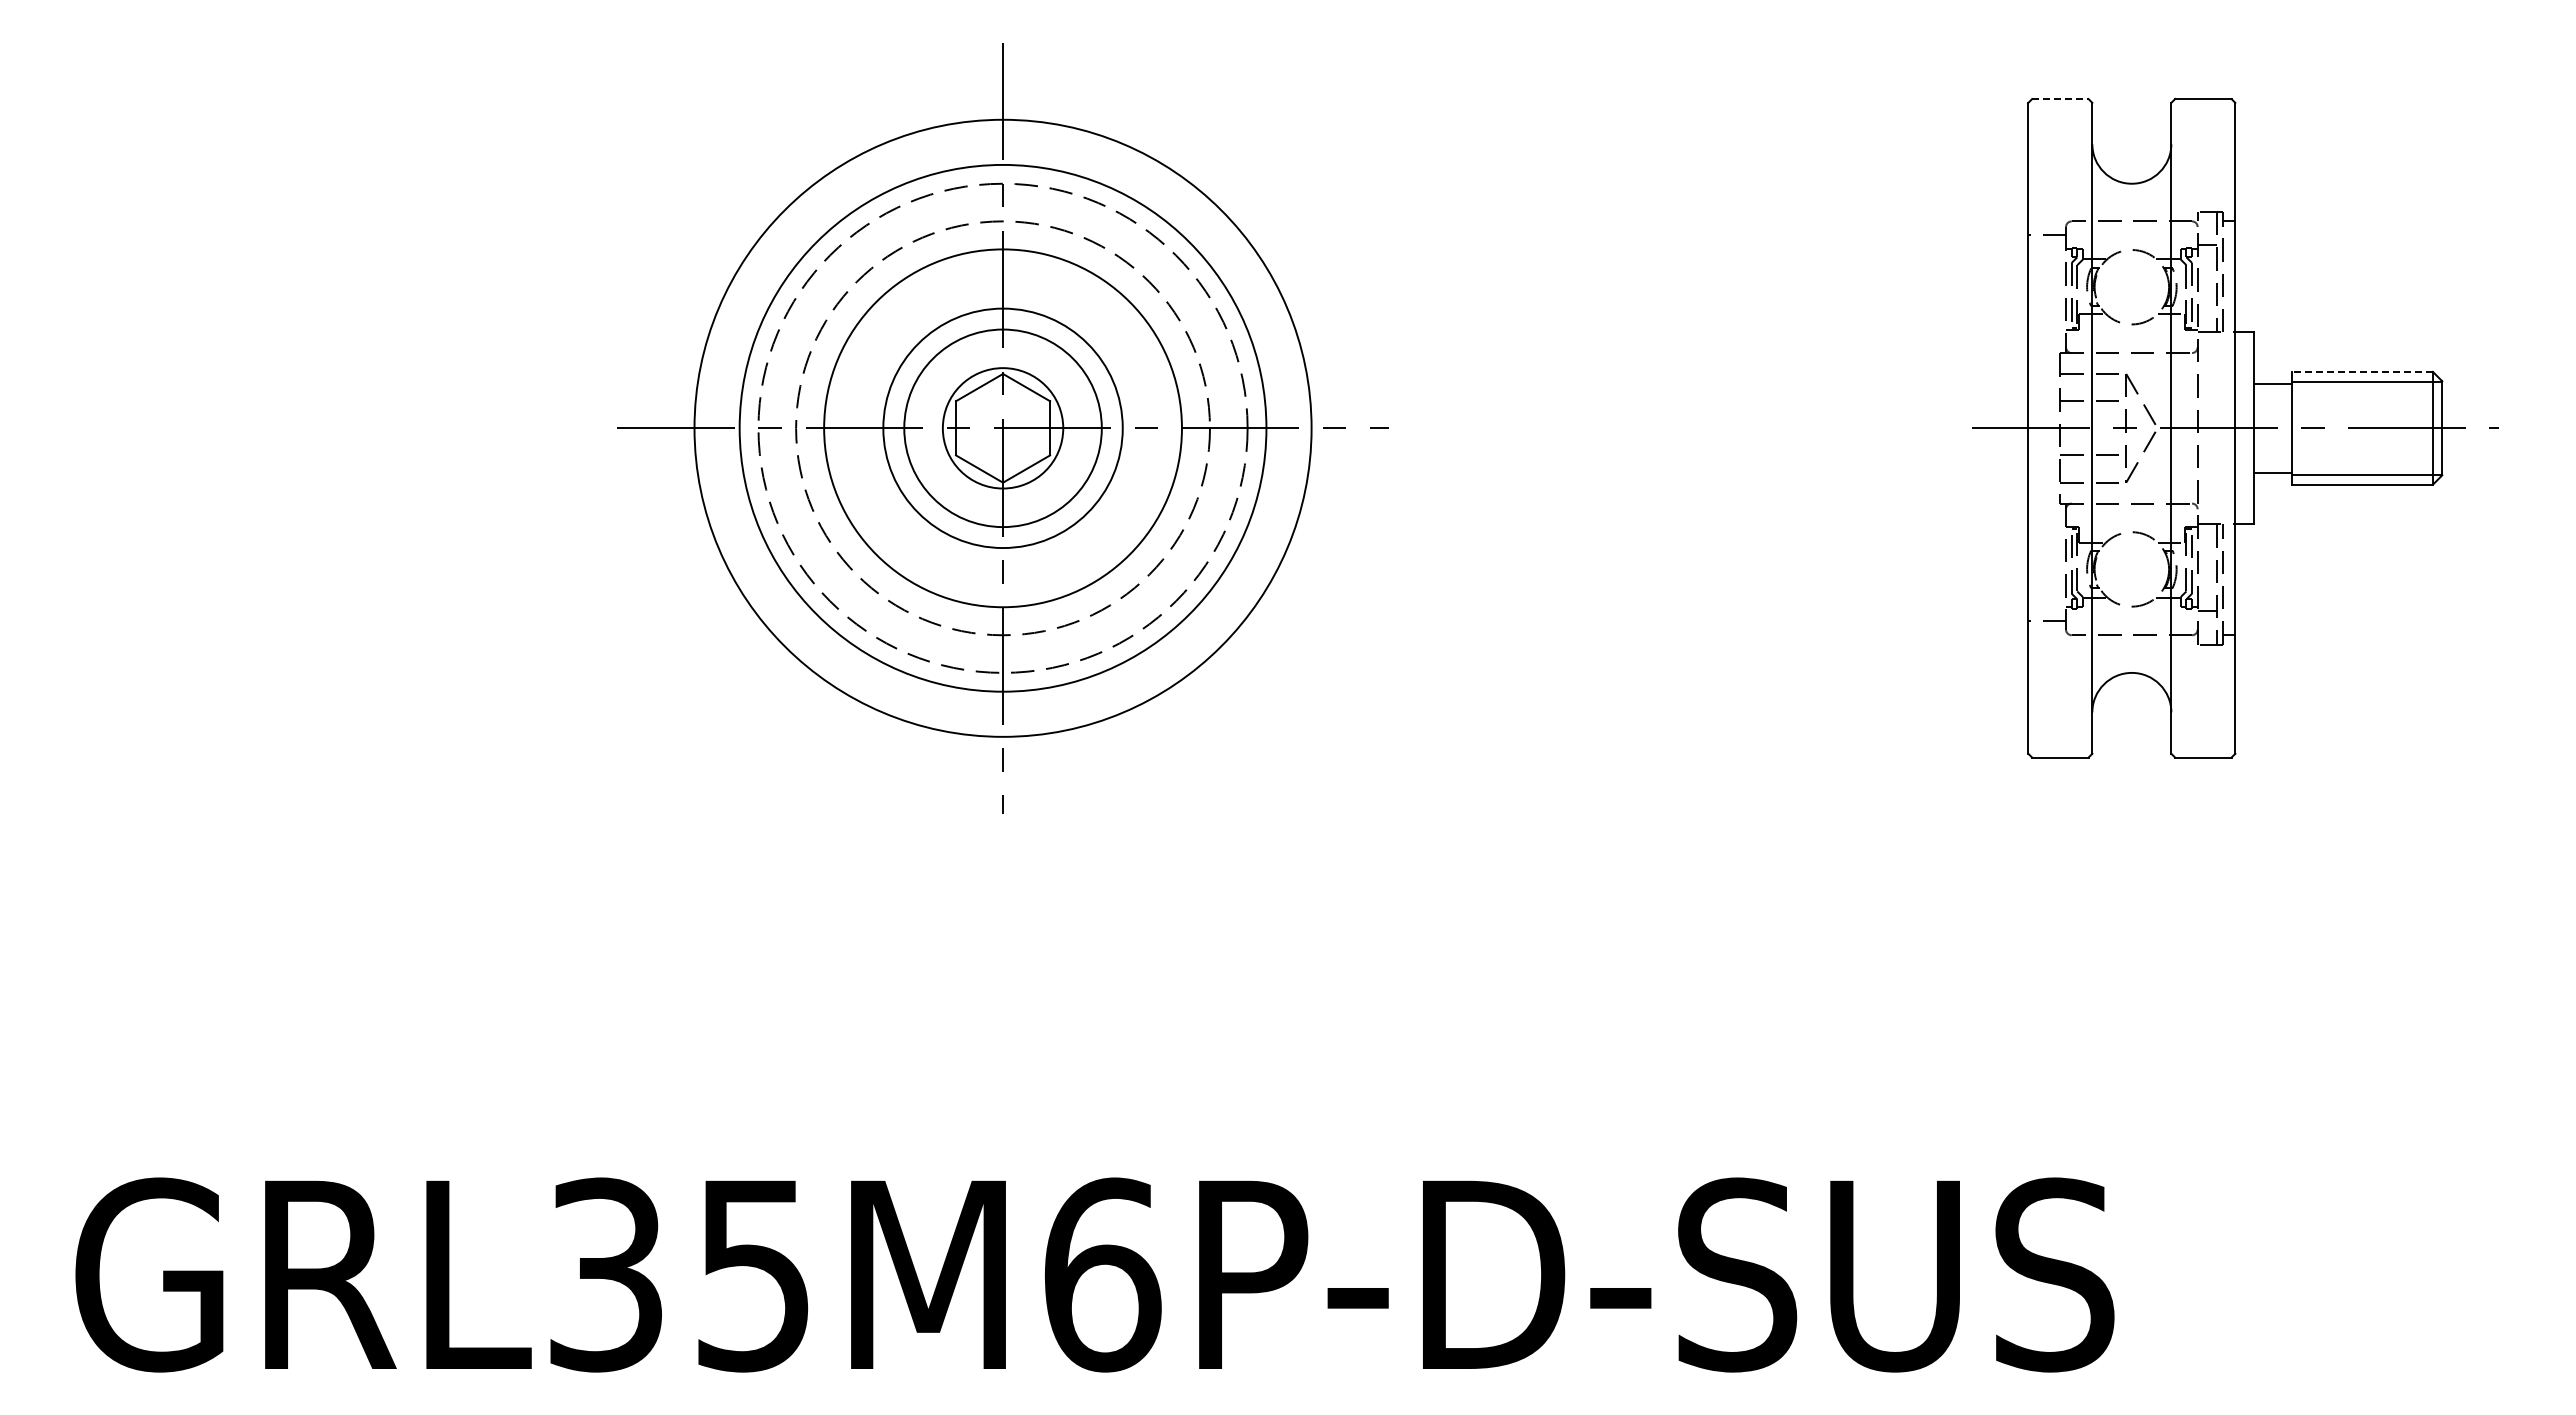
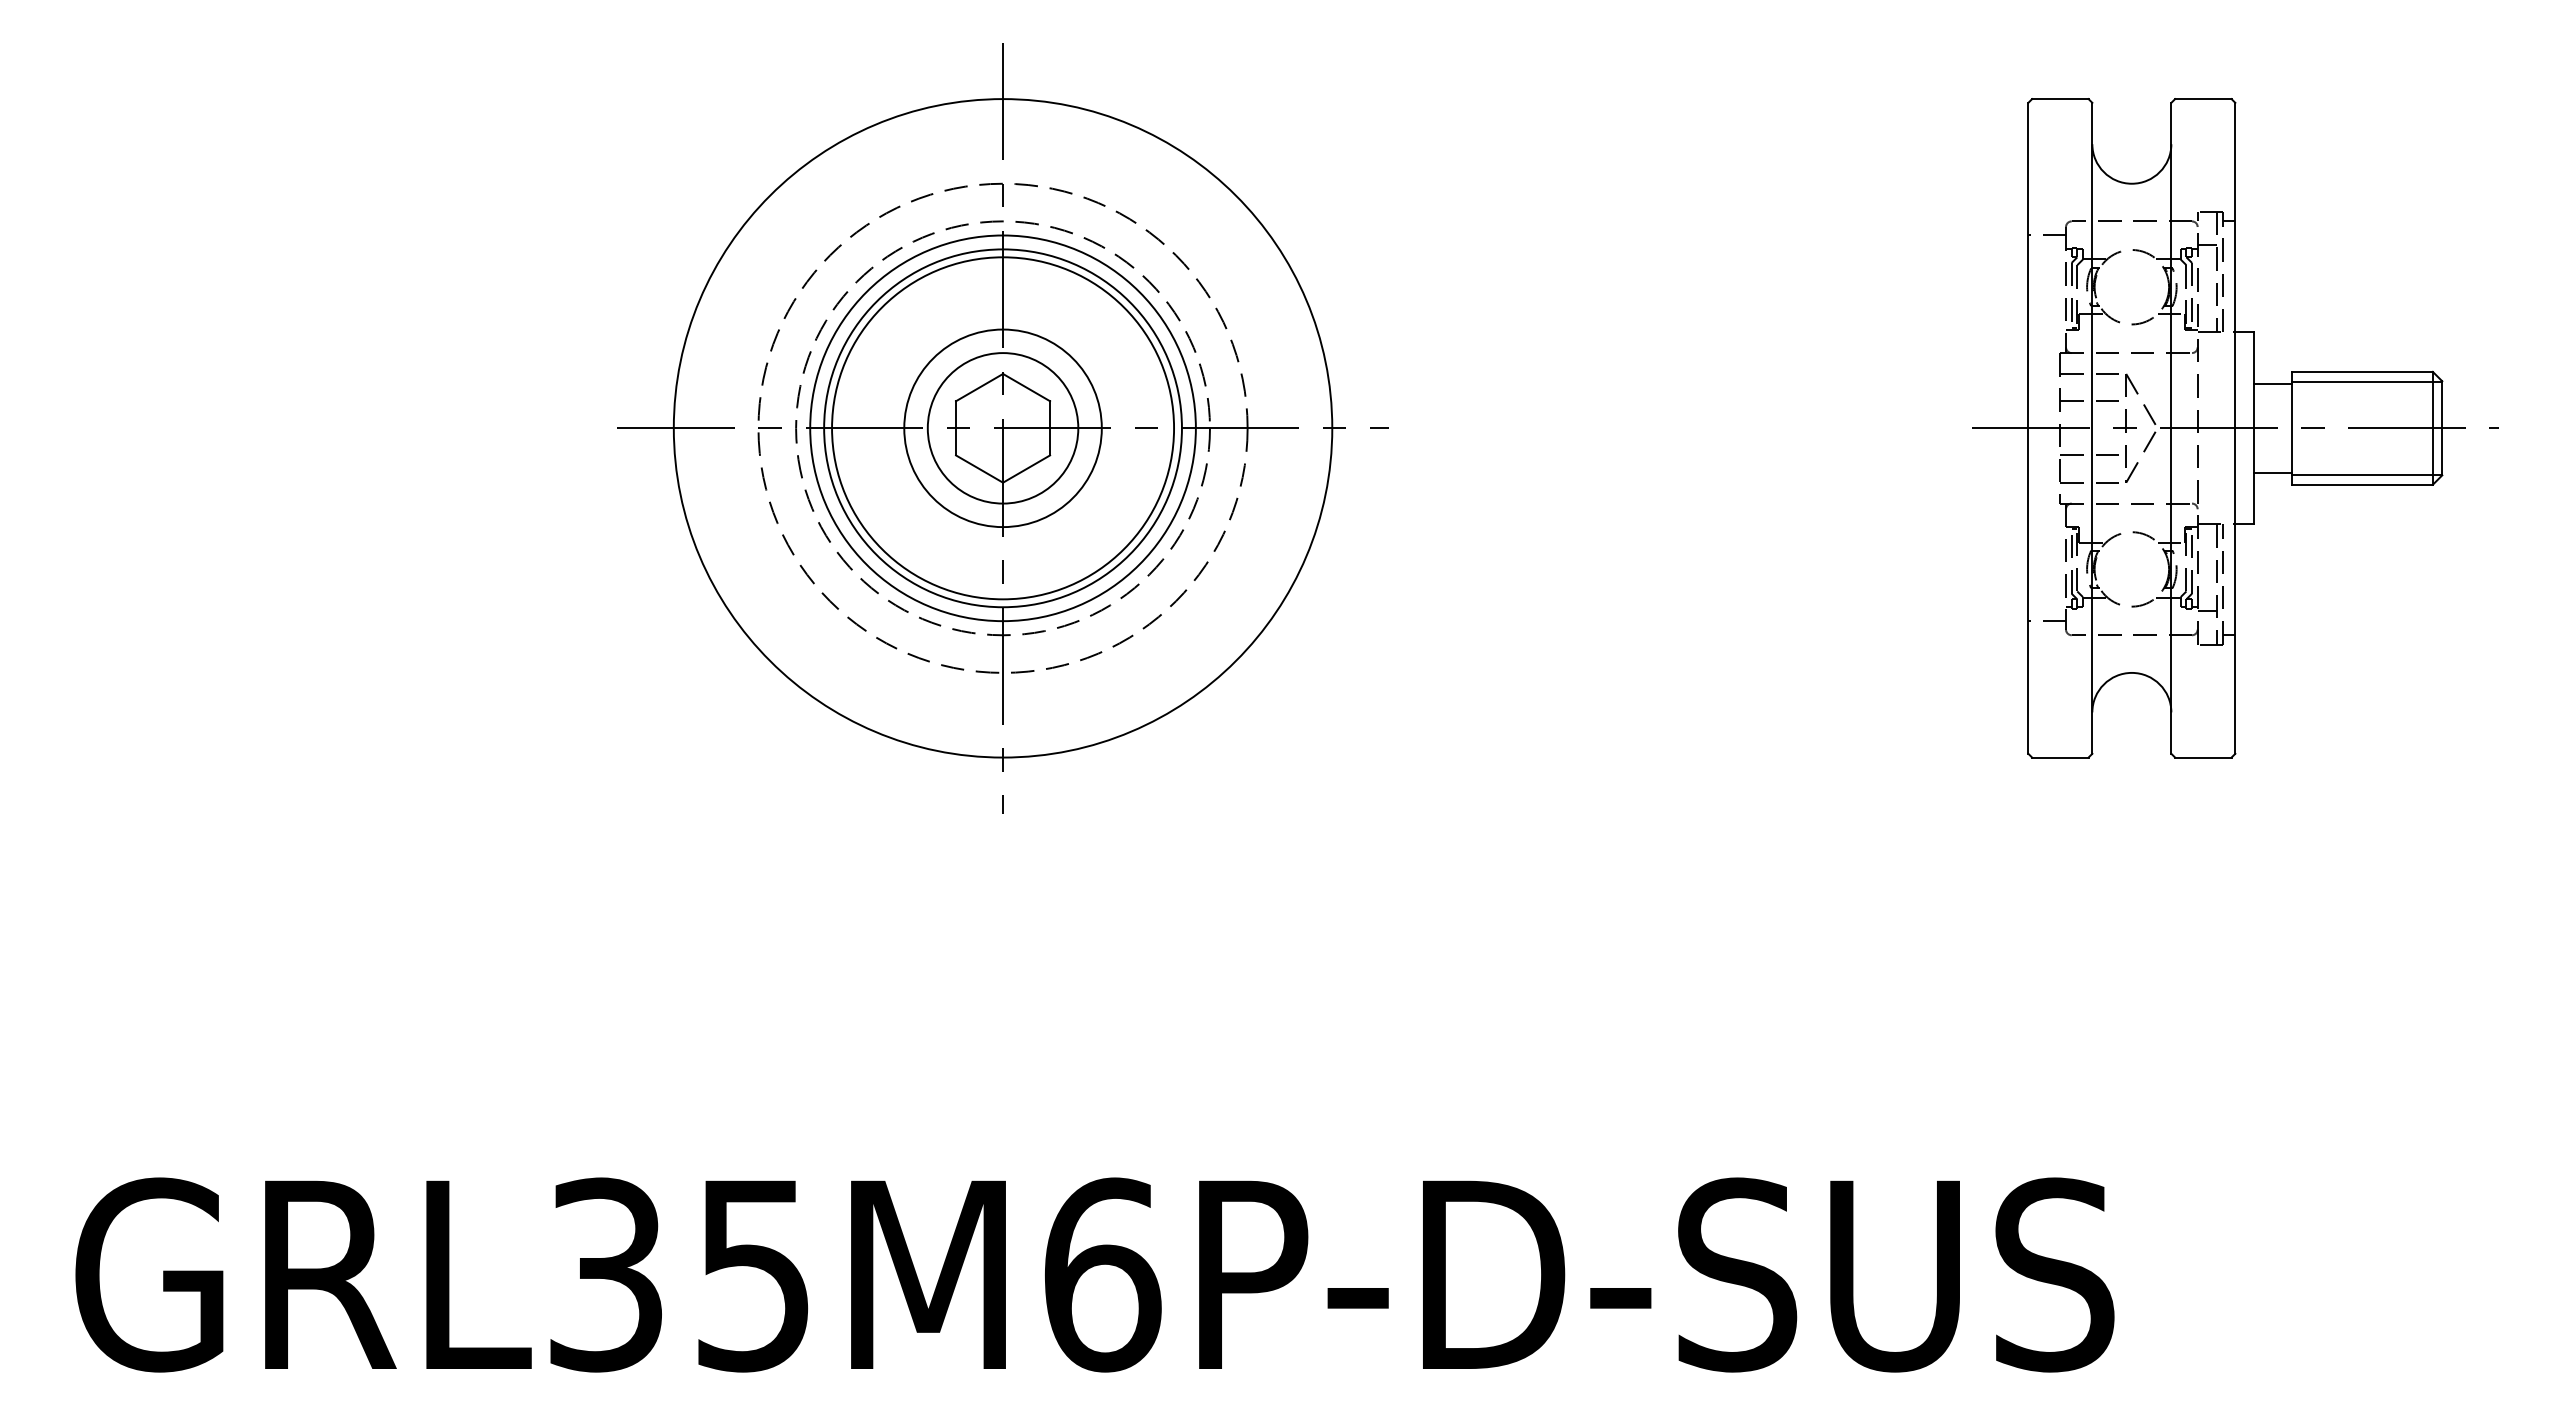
line at (2060, 99): dashed -> solid
line at (2362, 371): dashed -> solid
circle at (1002, 427) diameter: 527 px -> 658 px
circle at (1002, 427) diameter: 617 px -> 386 px
circle at (1002, 428) diameter: 120 px -> 151 px
circle at (1002, 428) diameter: 239 px -> 342 px
